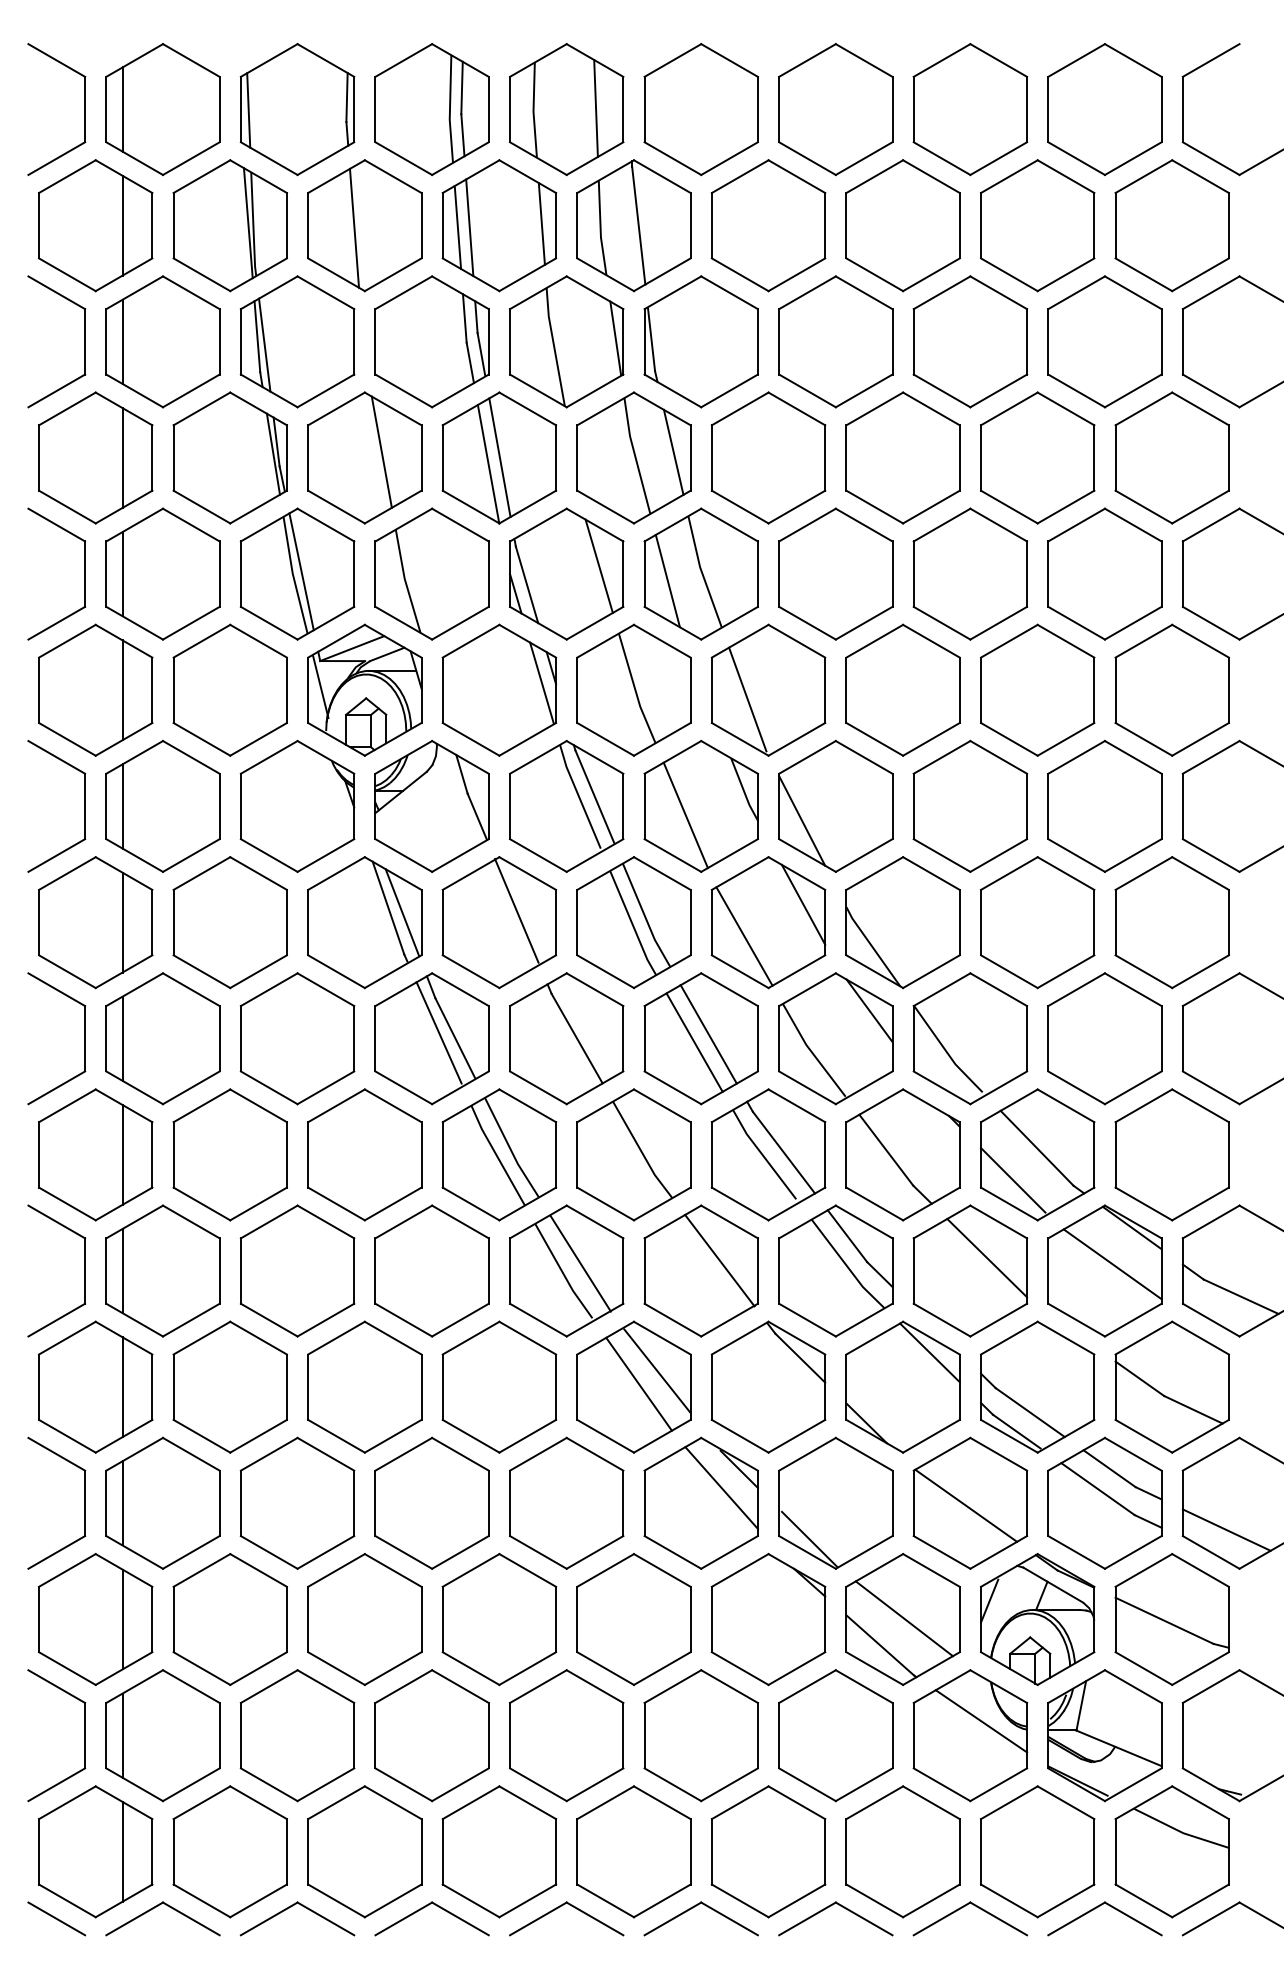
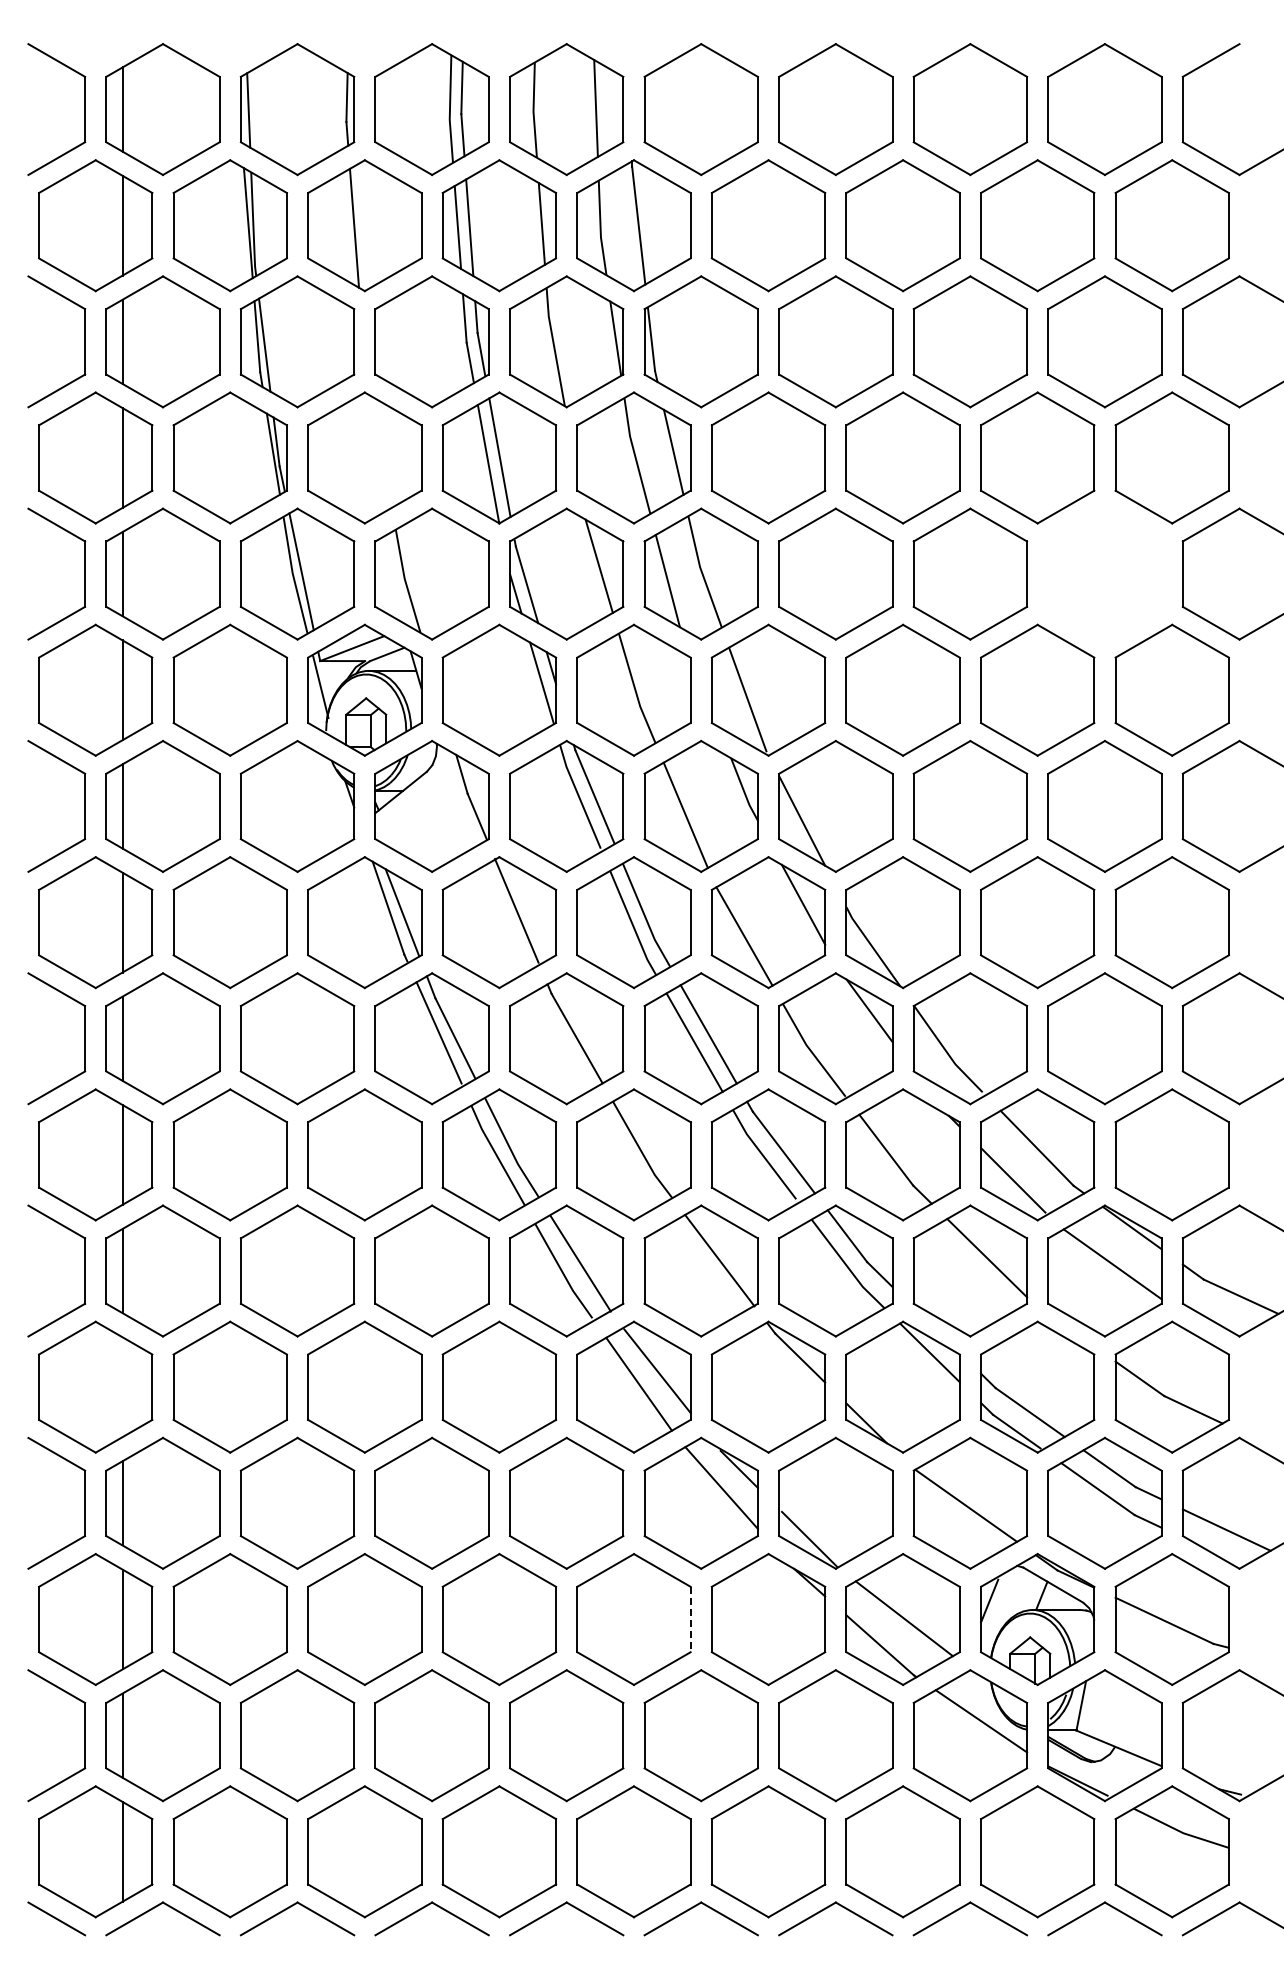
line at (381, 451): present -> none
part at (1104, 573): present -> none
line at (122, 1387): present -> none
line at (690, 1619): solid -> dashed
